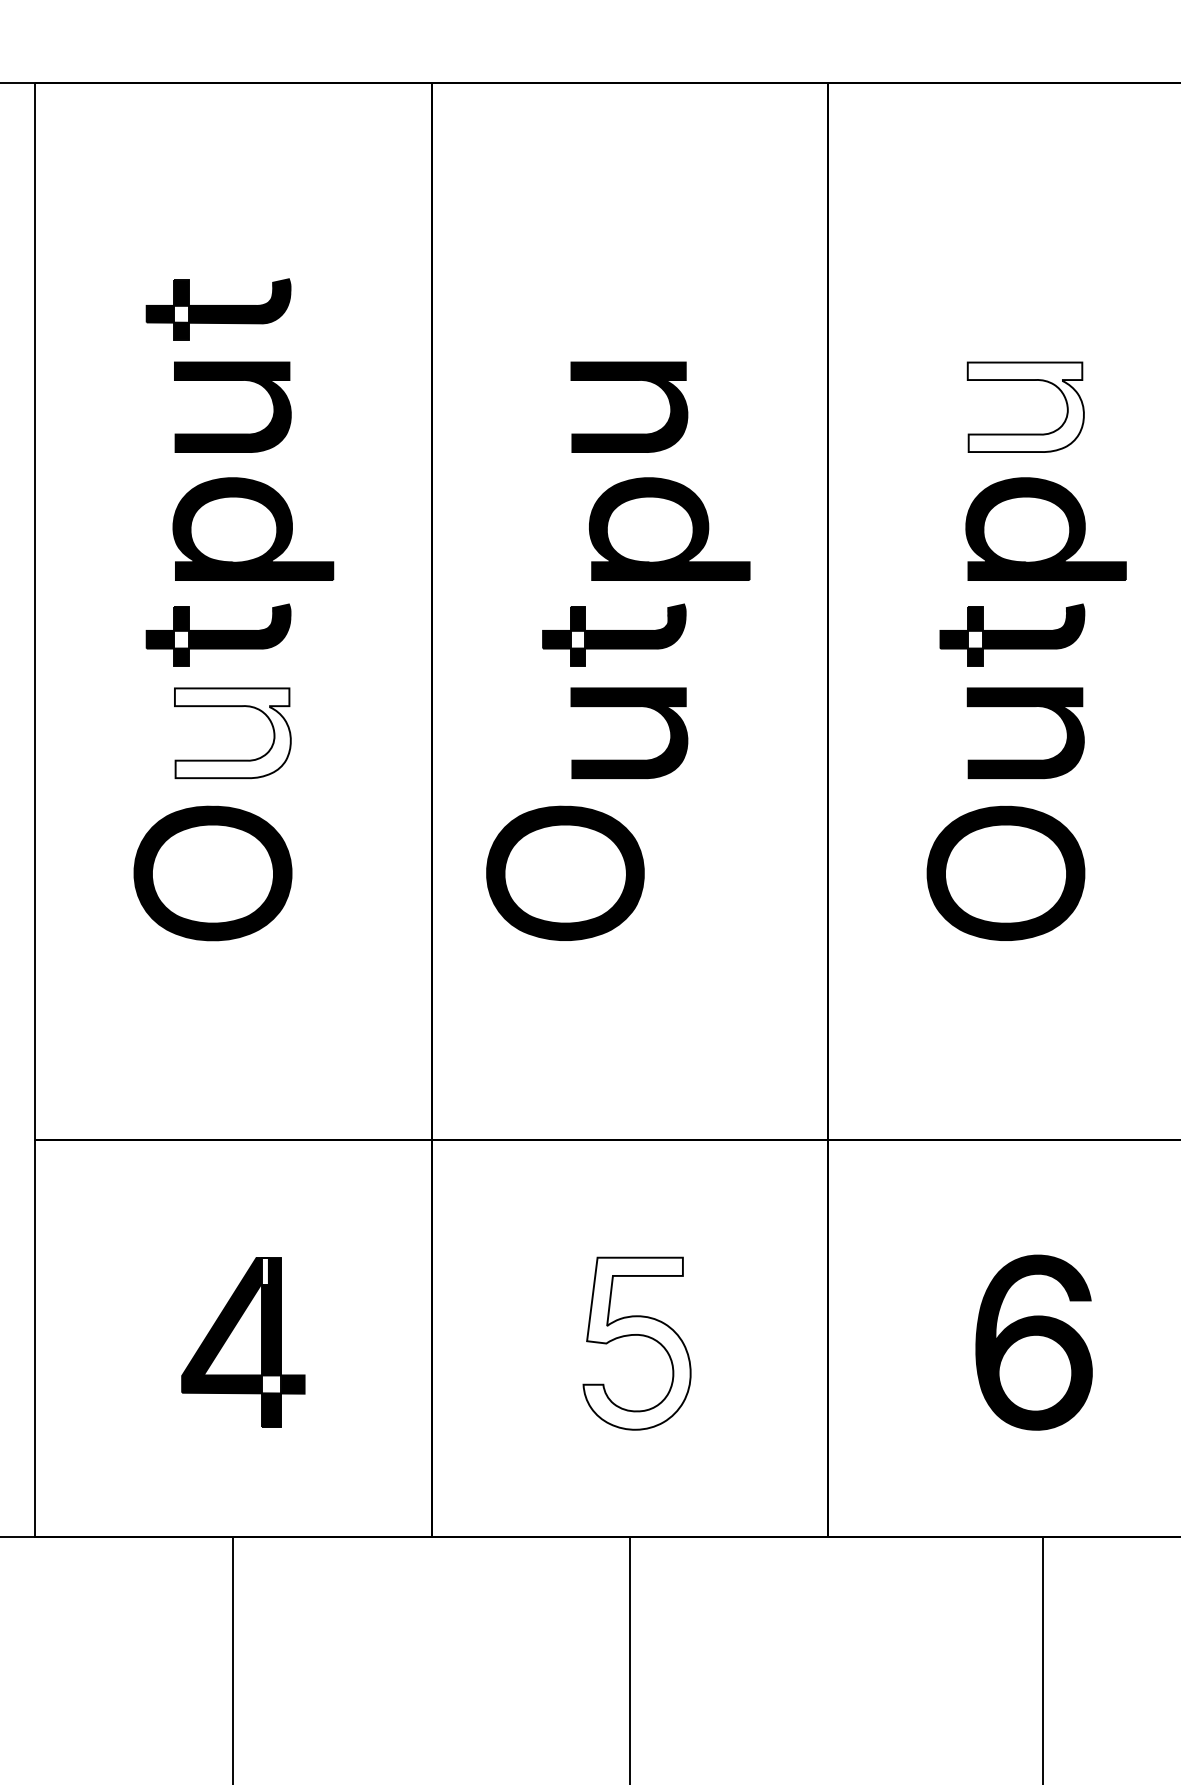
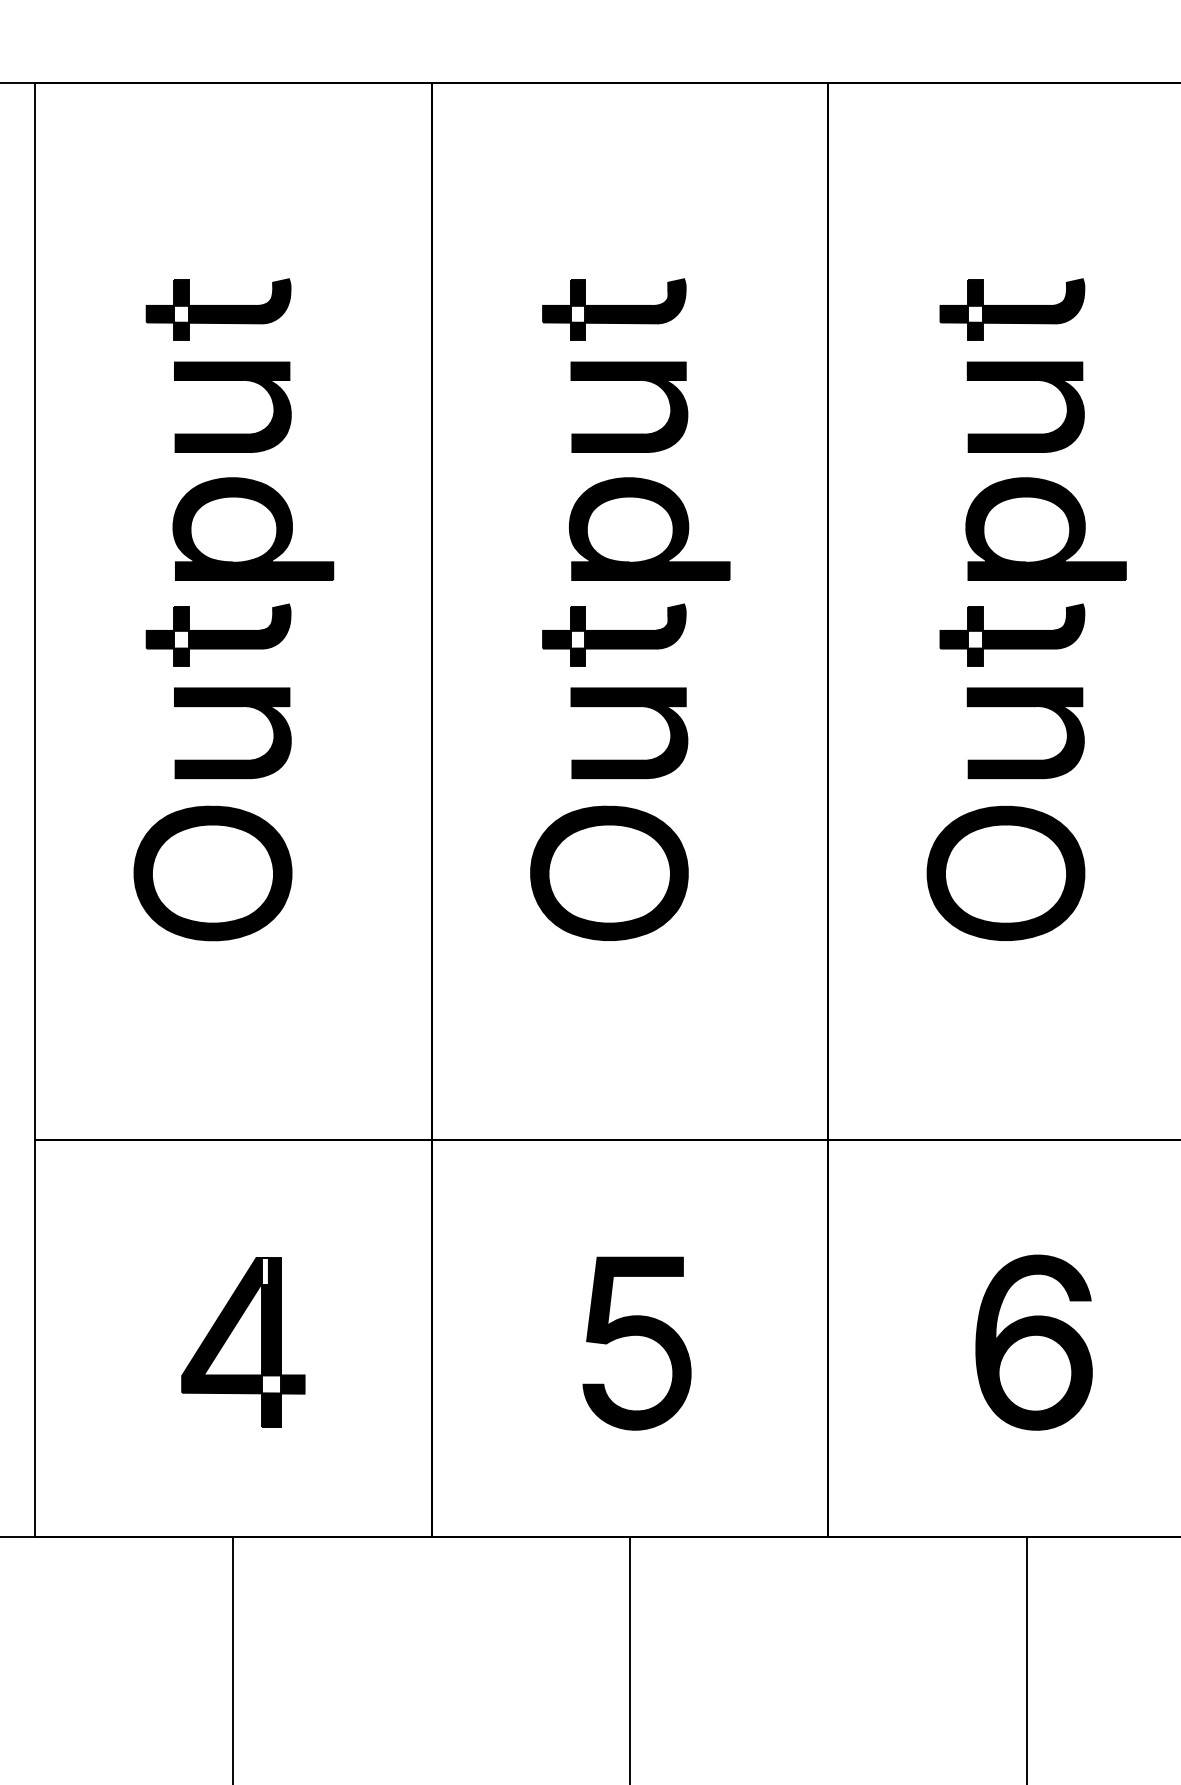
part at (614, 309): none -> present
part at (1012, 309): none -> present
fill at (1025, 407): none -> present
part at (669, 528) position: (669, 528) -> (649, 528)
fill at (232, 733): none -> present
part at (565, 872) position: (565, 872) -> (609, 872)
fill at (636, 1343): none -> present
line at (1042, 1659) position: (1042, 1659) -> (1026, 1659)
